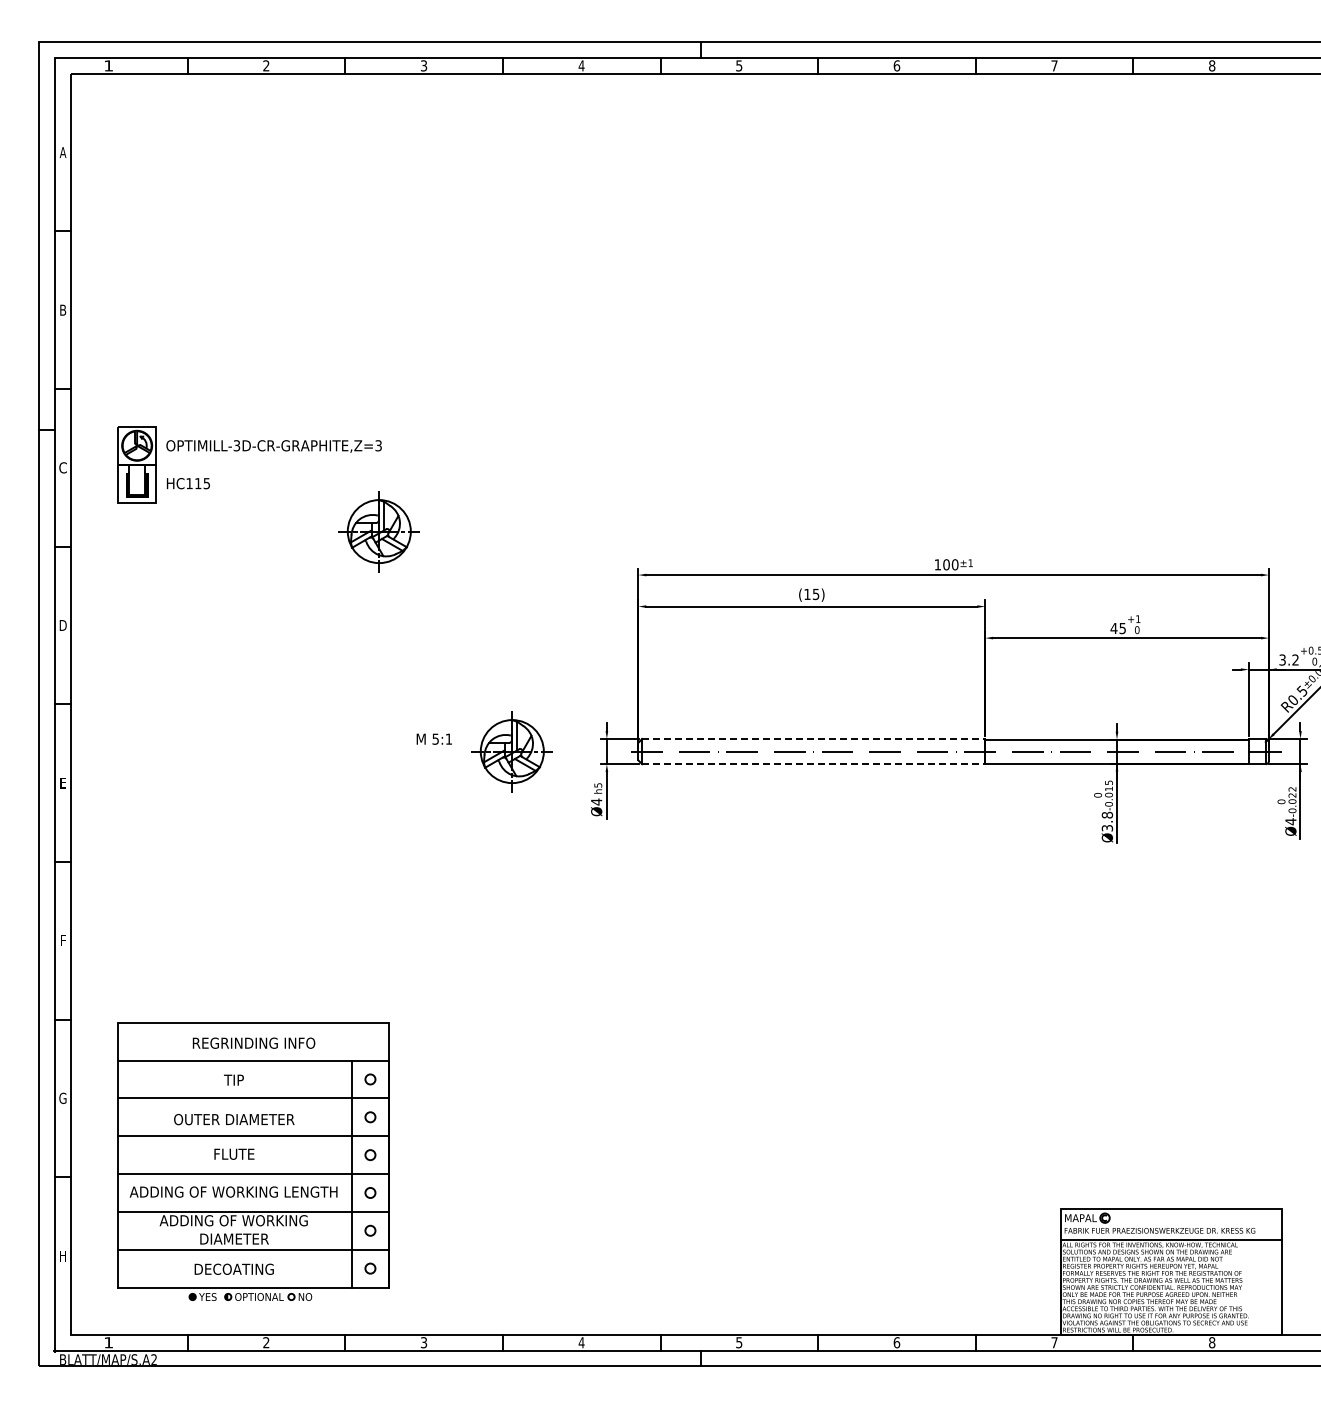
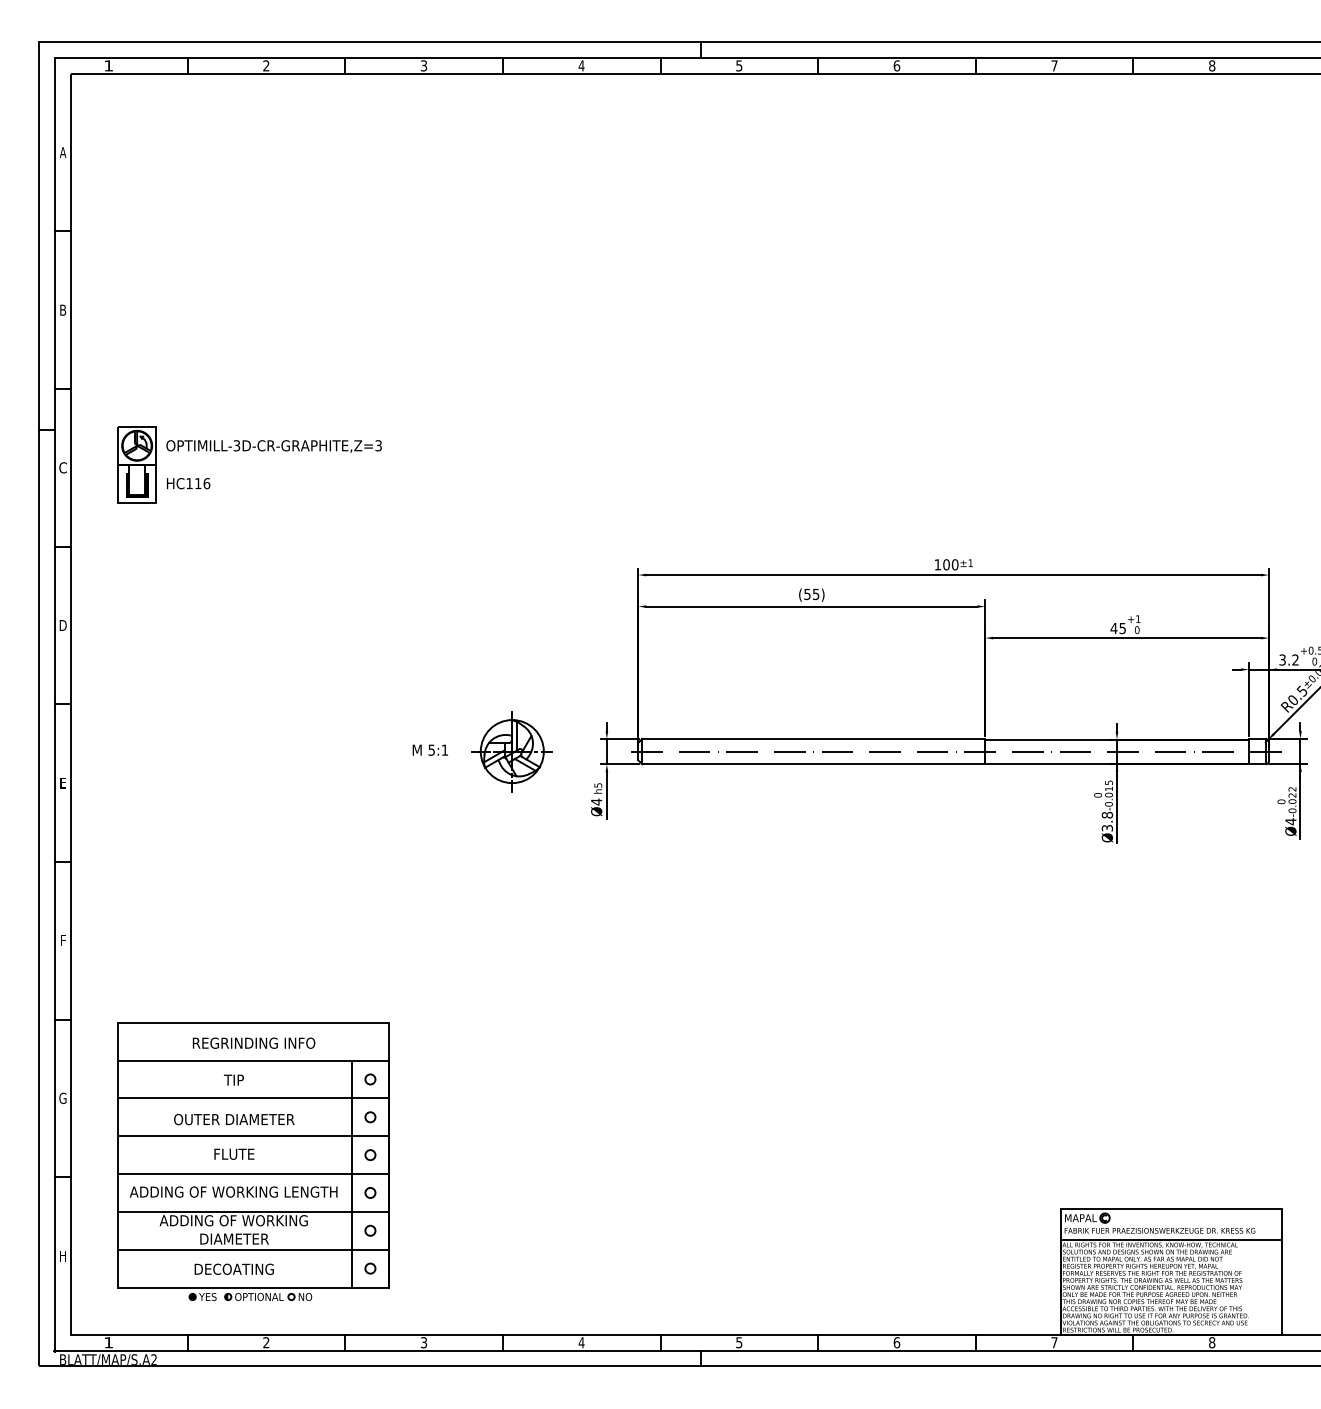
text at (206, 483): HC115 -> HC116
part at (378, 531): present -> none
text at (807, 594): (15) -> (55)
text at (433, 738) position: (433, 738) -> (429, 749)
line at (813, 738): dashed -> solid
line at (813, 764): dashed -> solid
